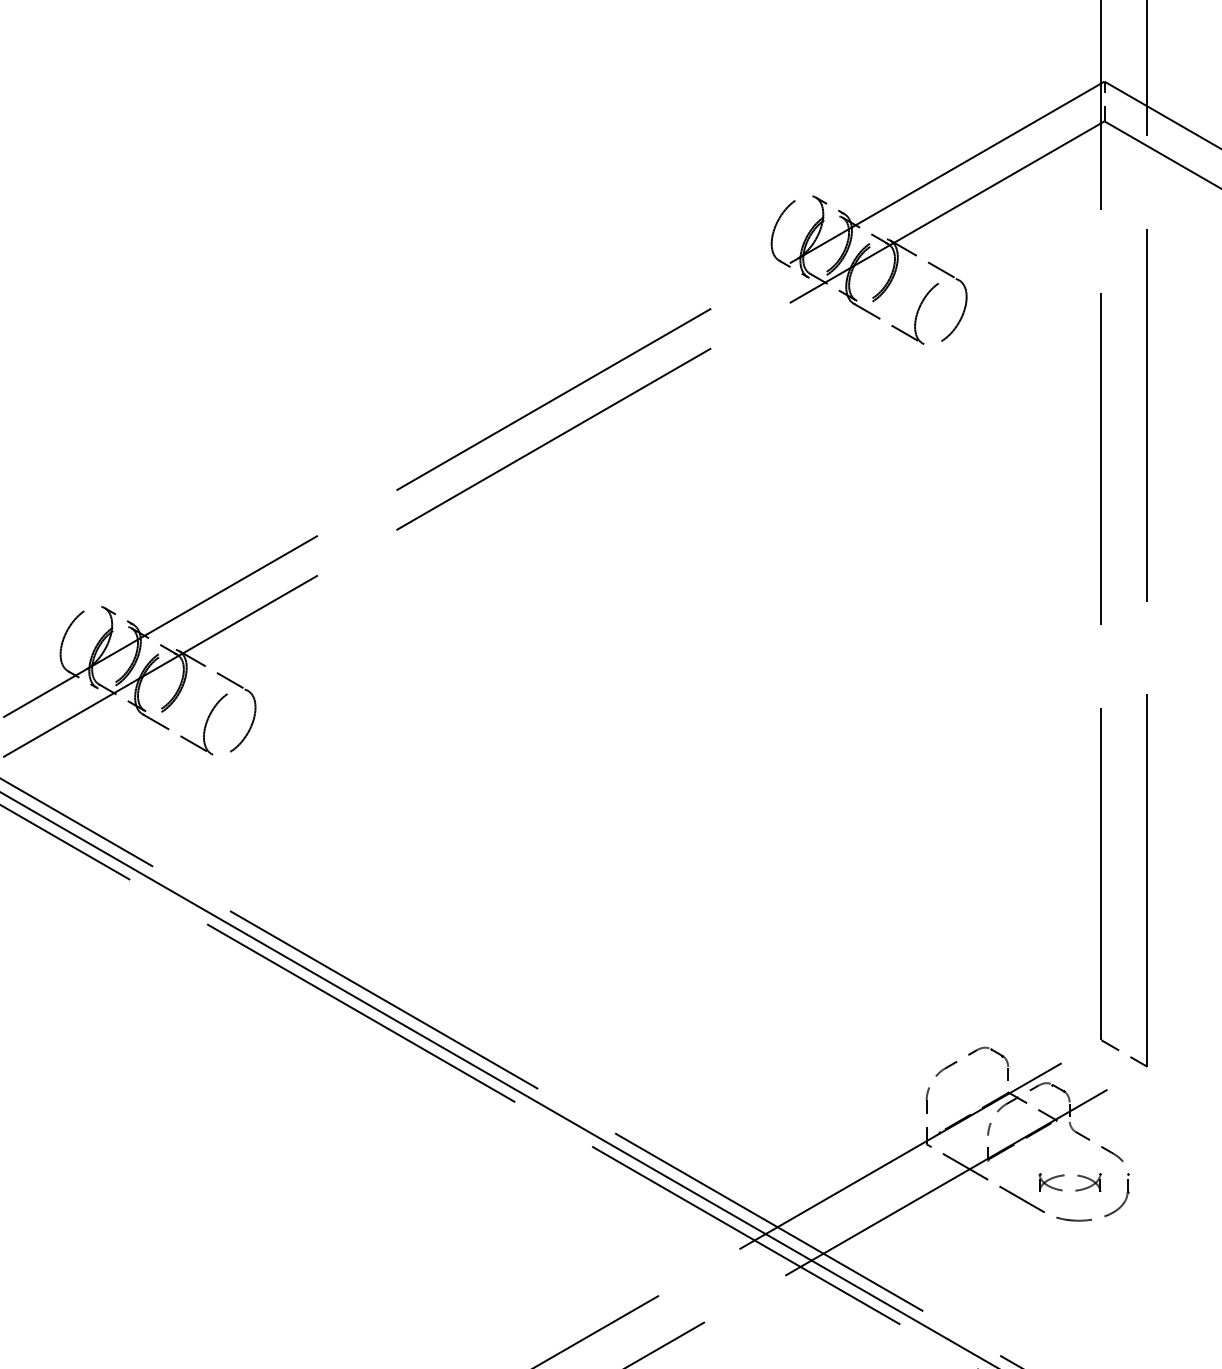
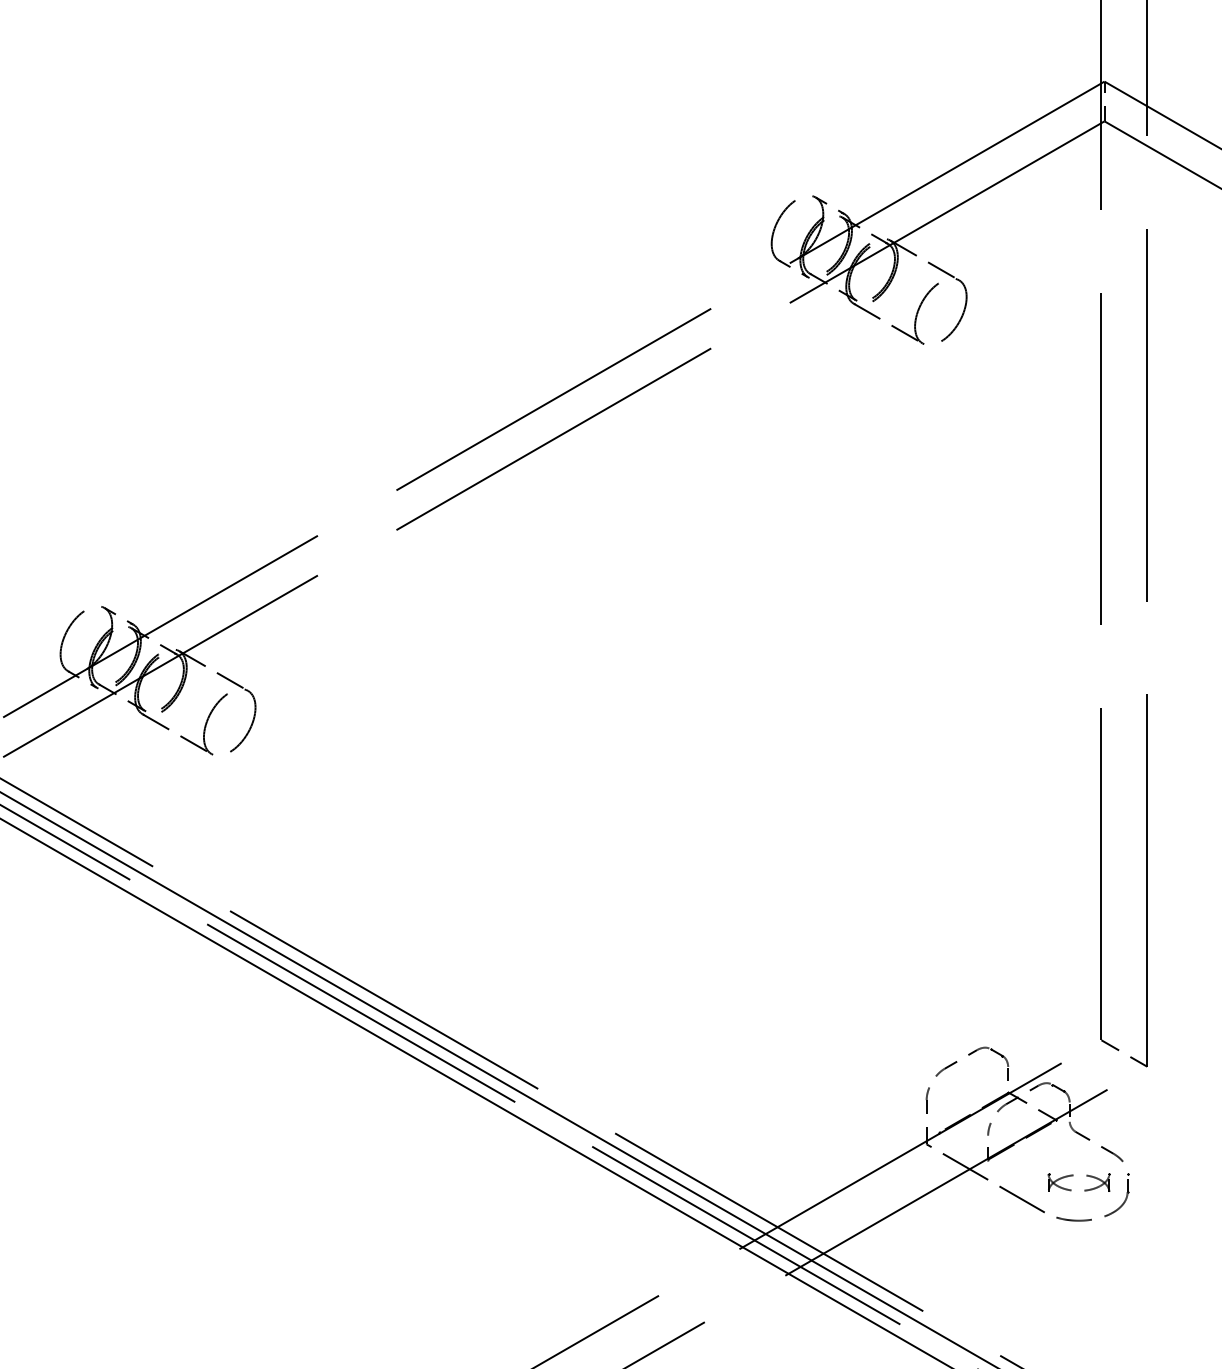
line at (475, 1092): none -> present
part at (1064, 1176) position: (1064, 1176) -> (1073, 1176)
